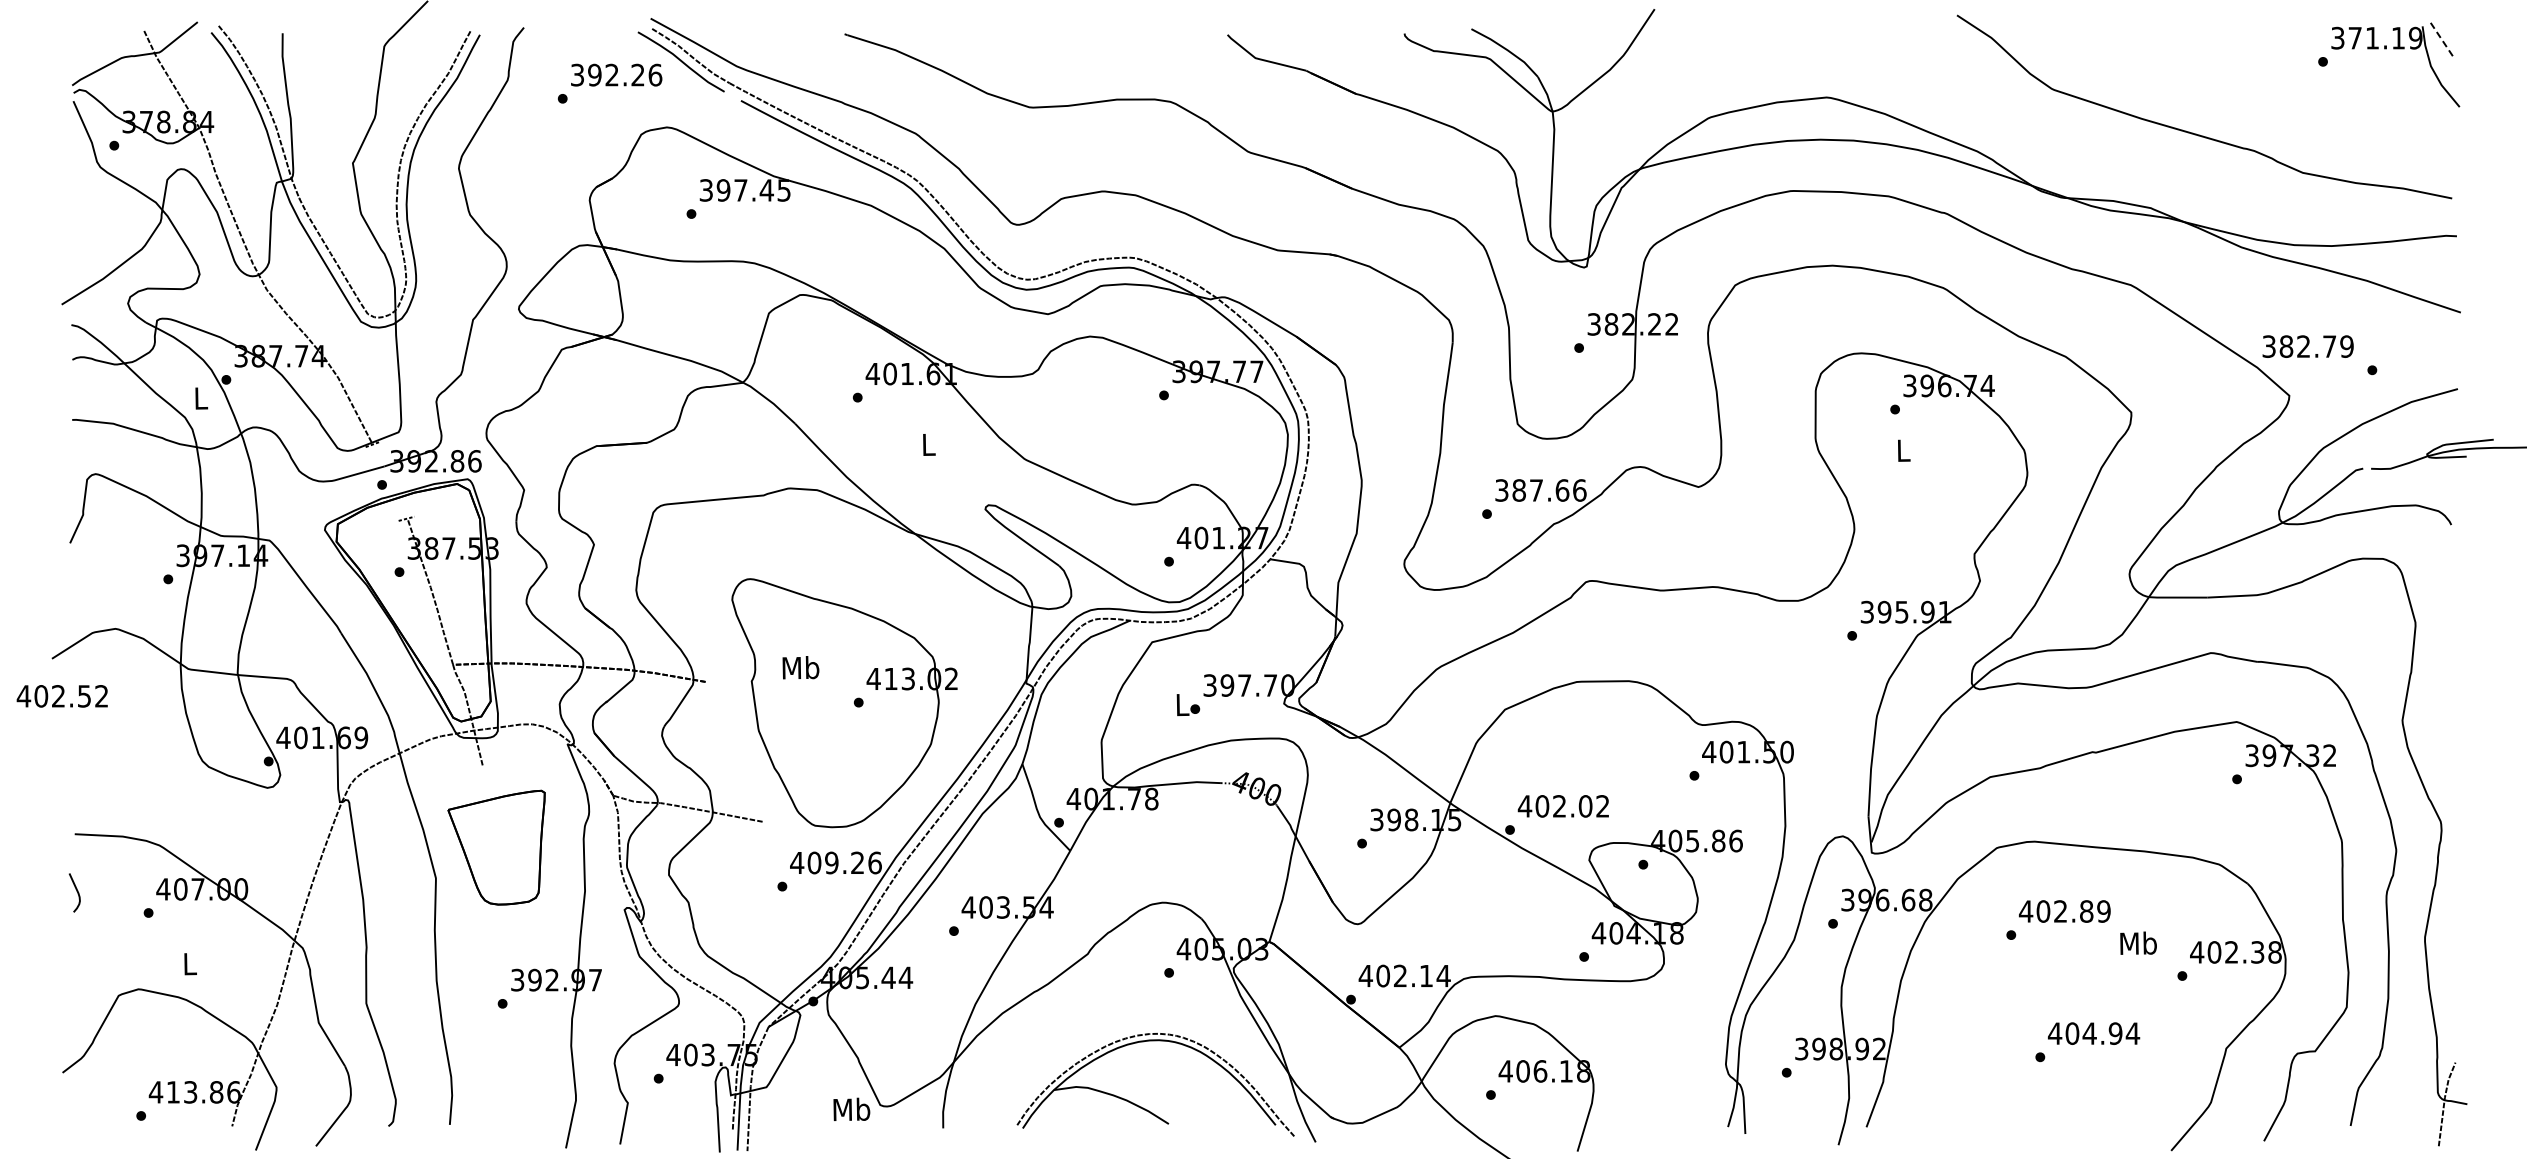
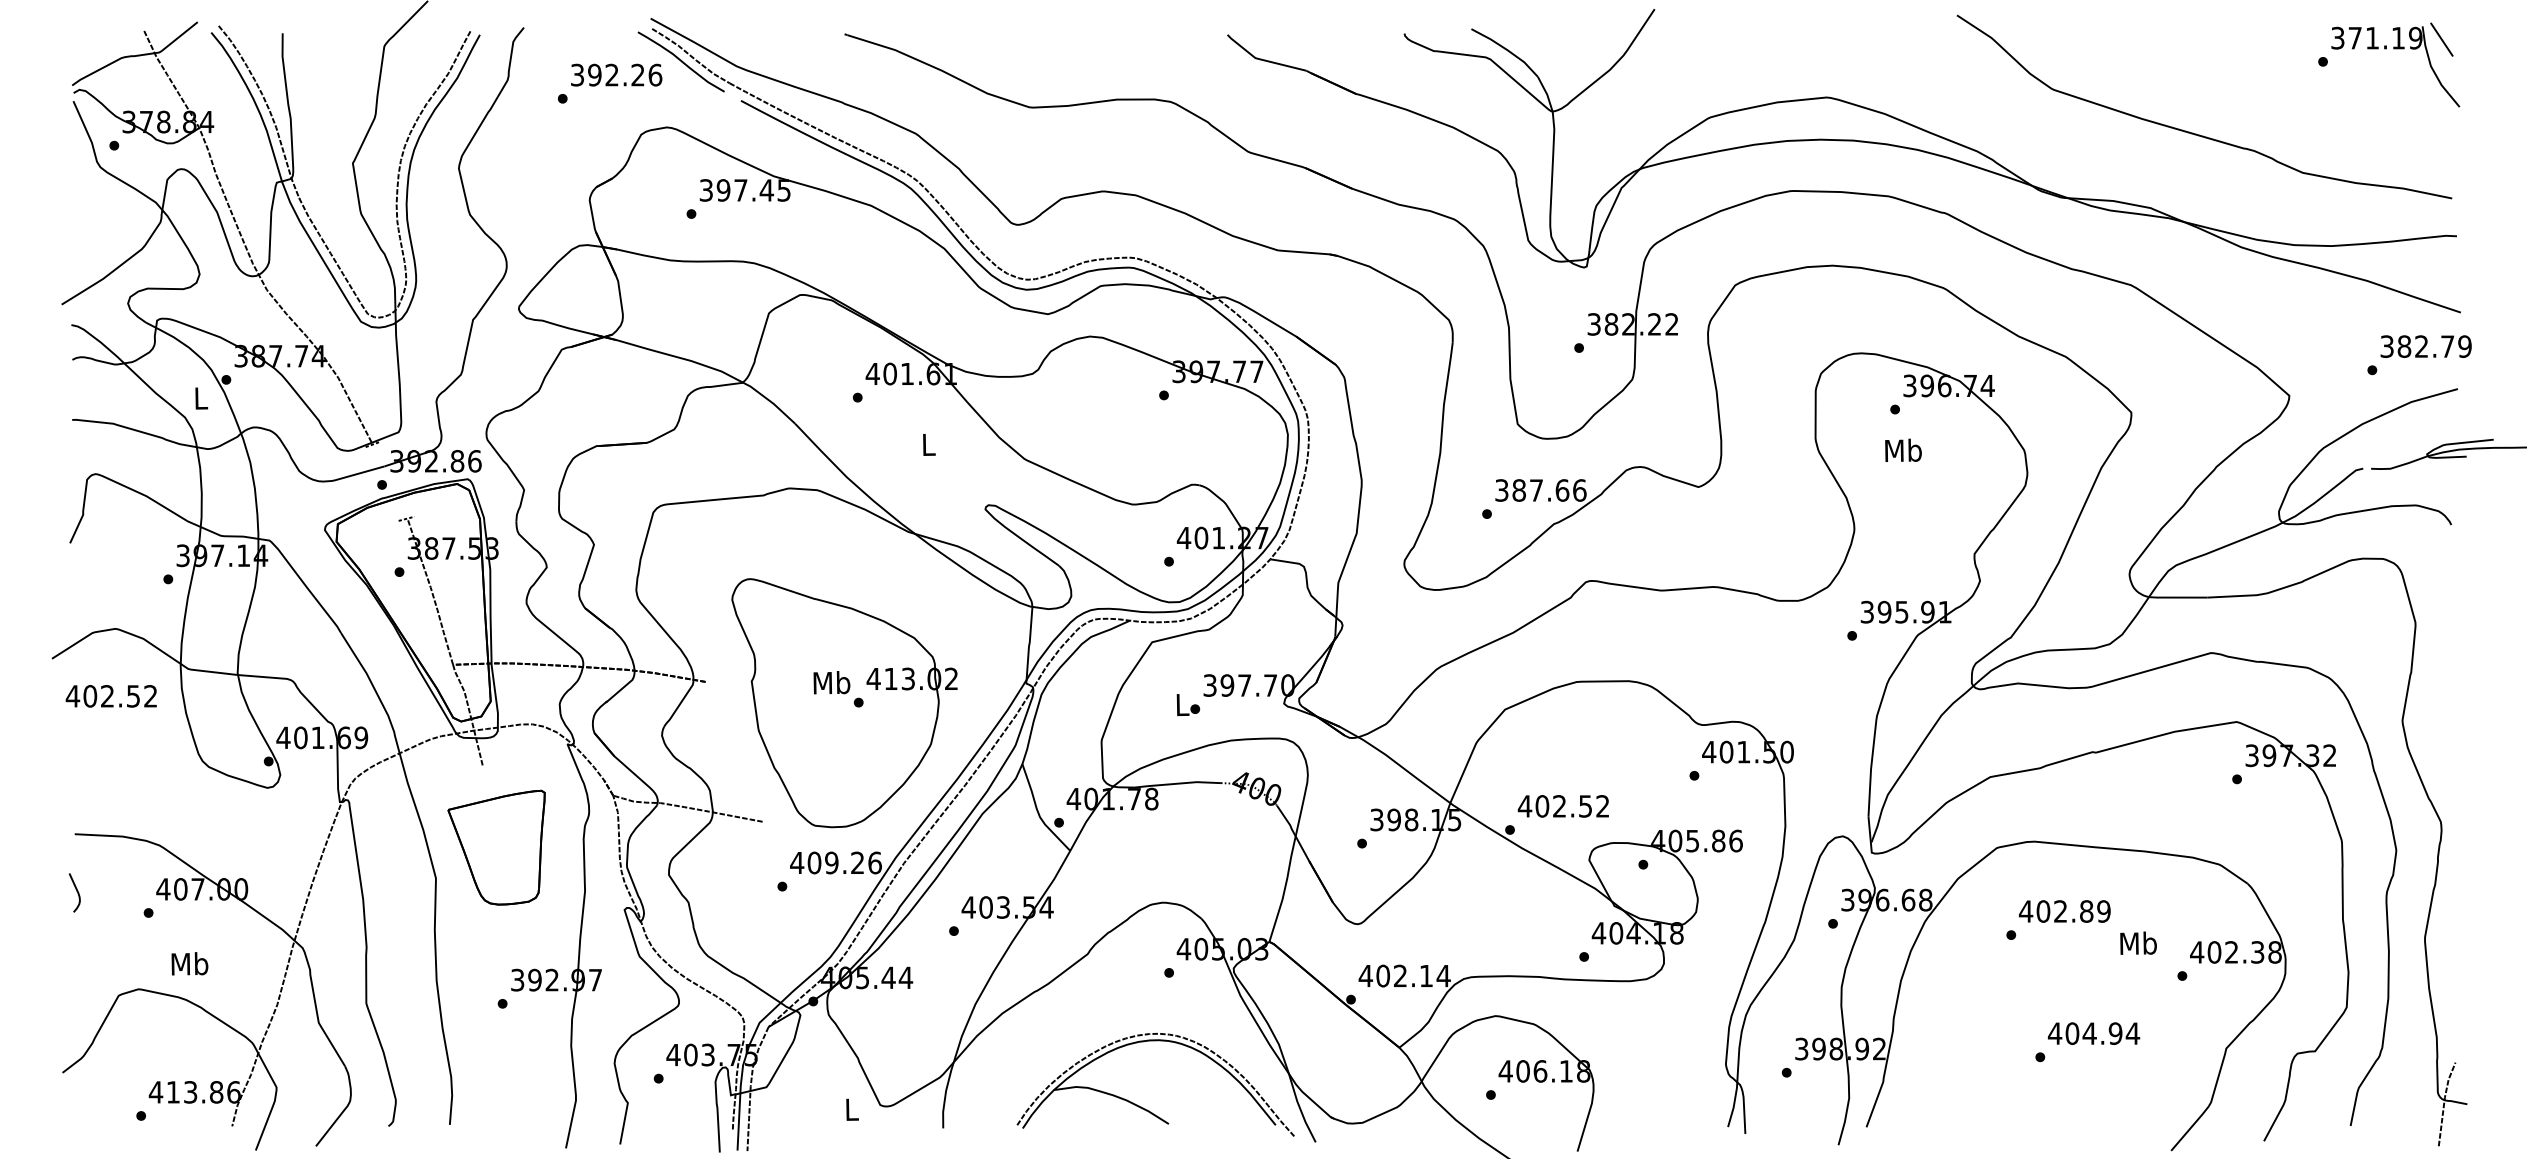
line at (2442, 40): dashed -> solid
text at (2307, 346) position: (2307, 346) -> (2425, 346)
text at (1903, 449): L -> Mb
text at (800, 667) position: (800, 667) -> (831, 682)
text at (61, 696) position: (61, 696) -> (110, 696)
text at (1585, 806): 402.02 -> 402.52
text at (189, 963): L -> Mb
text at (851, 1109): Mb -> L
